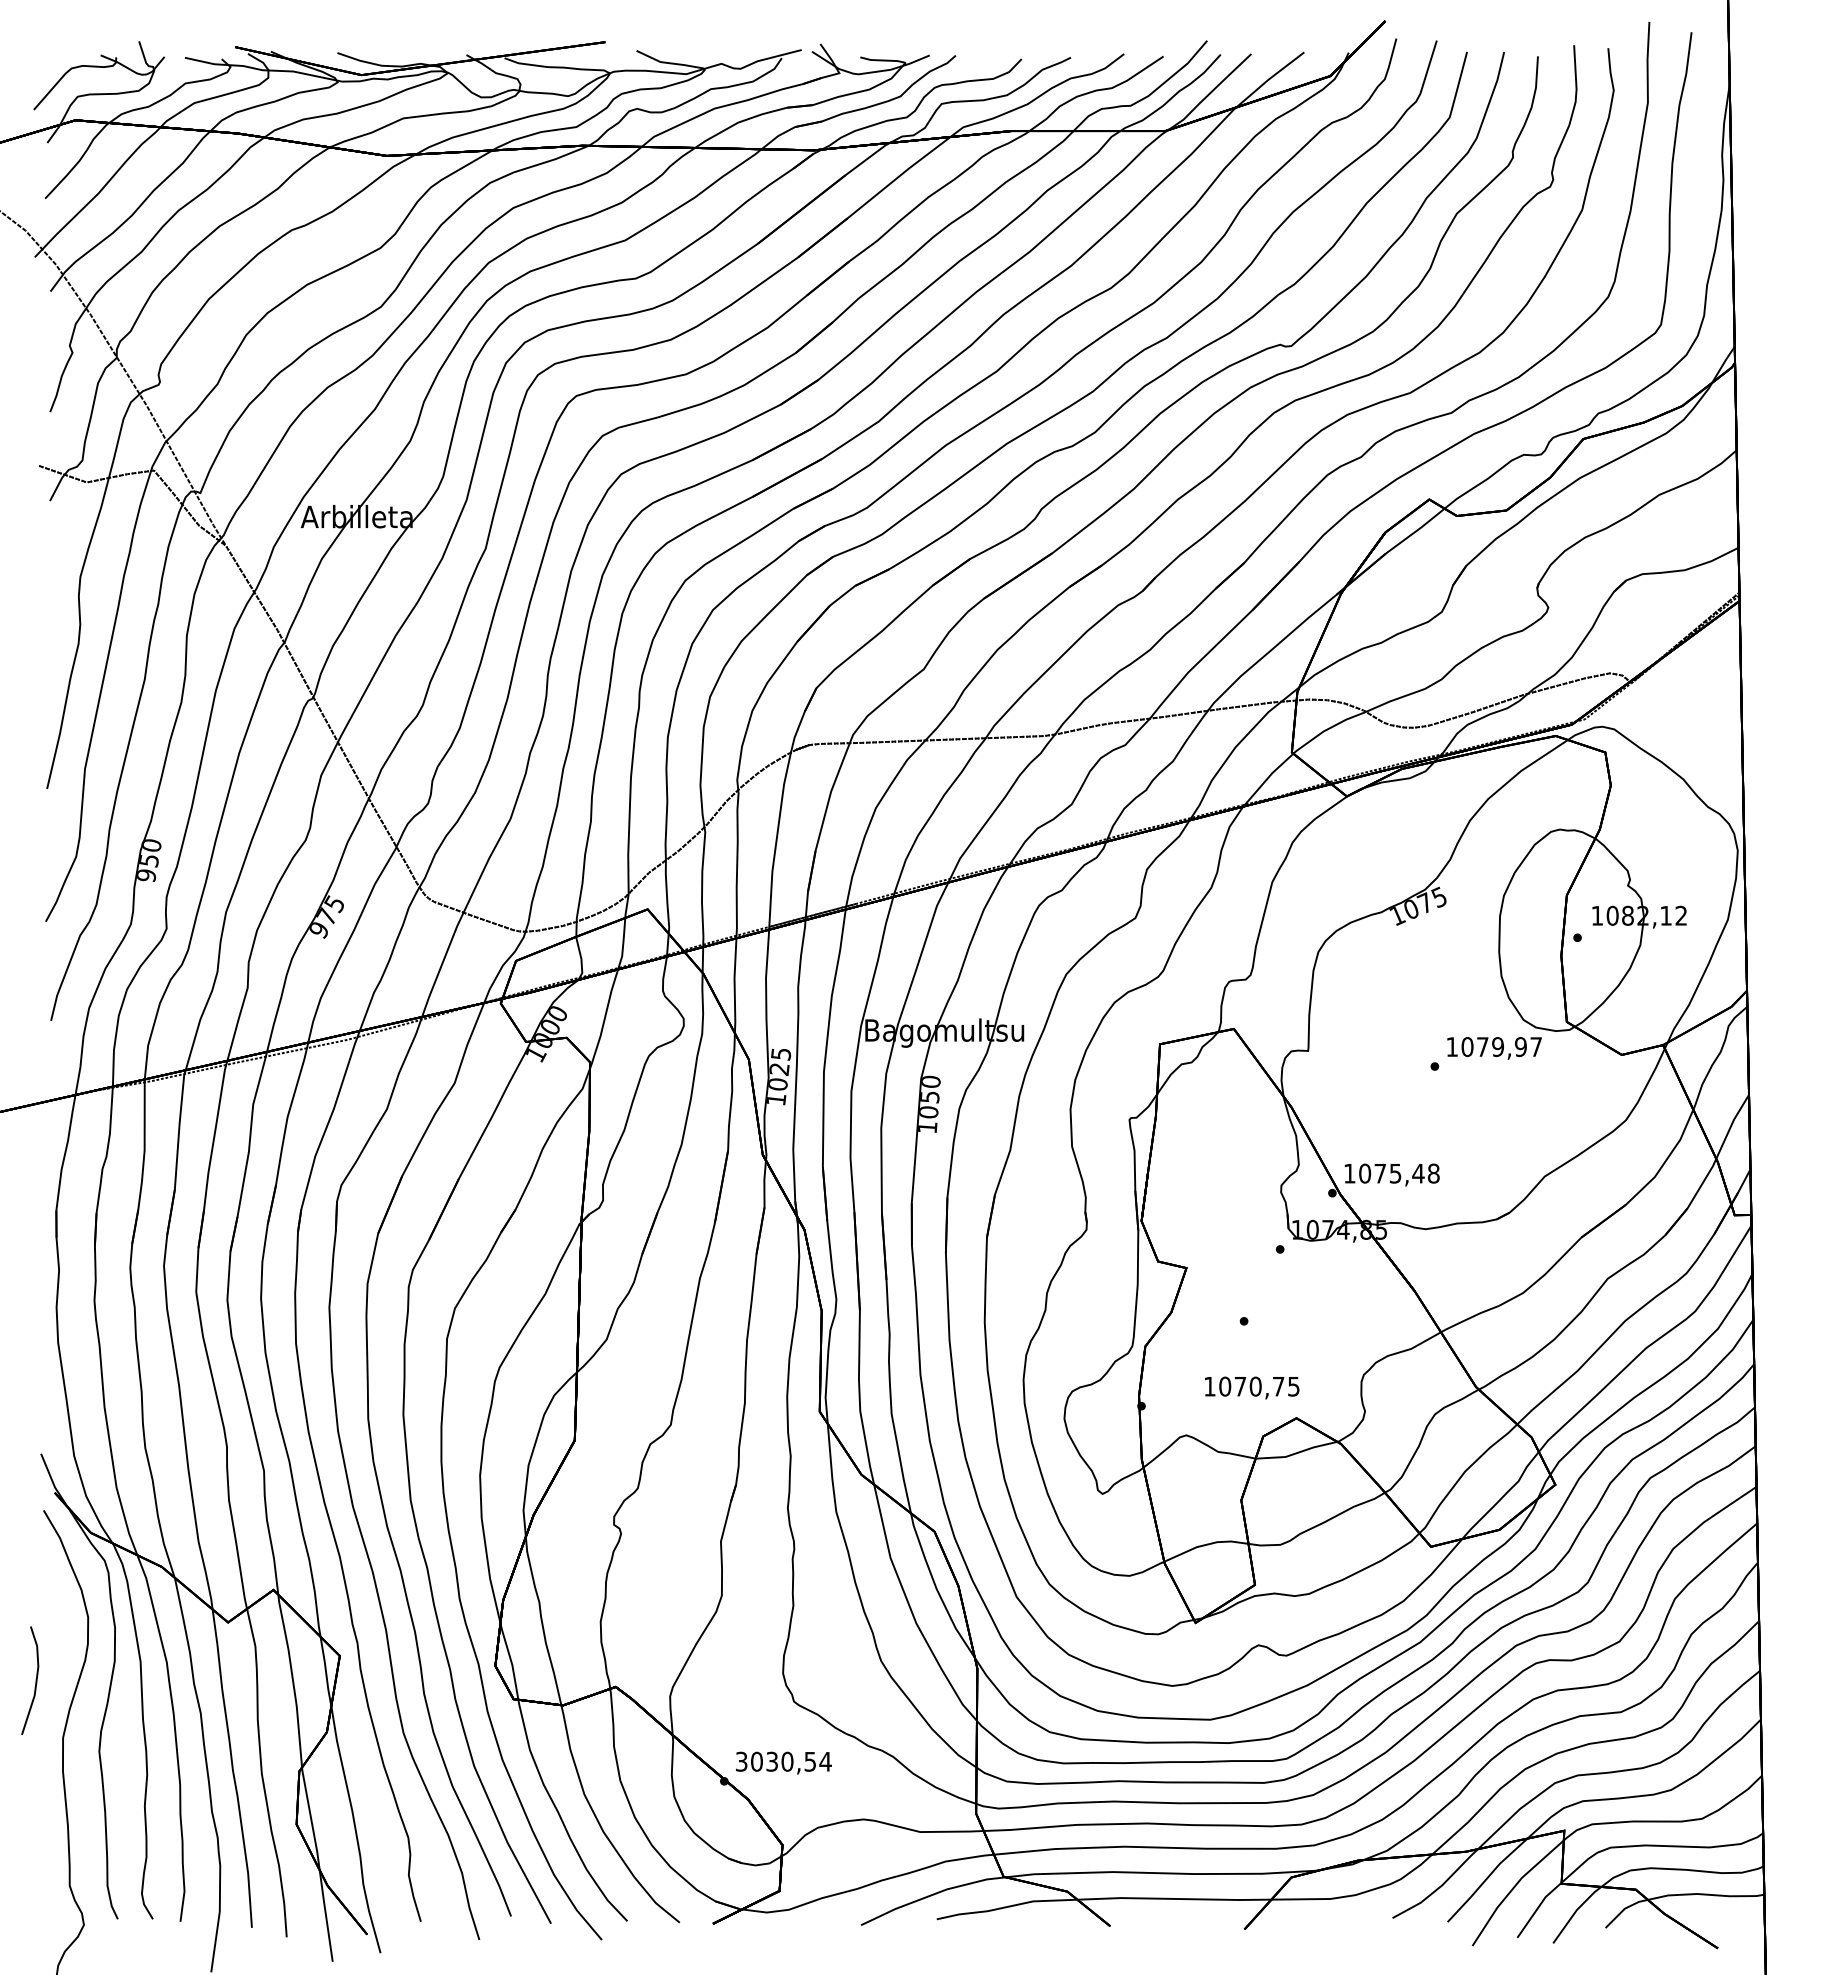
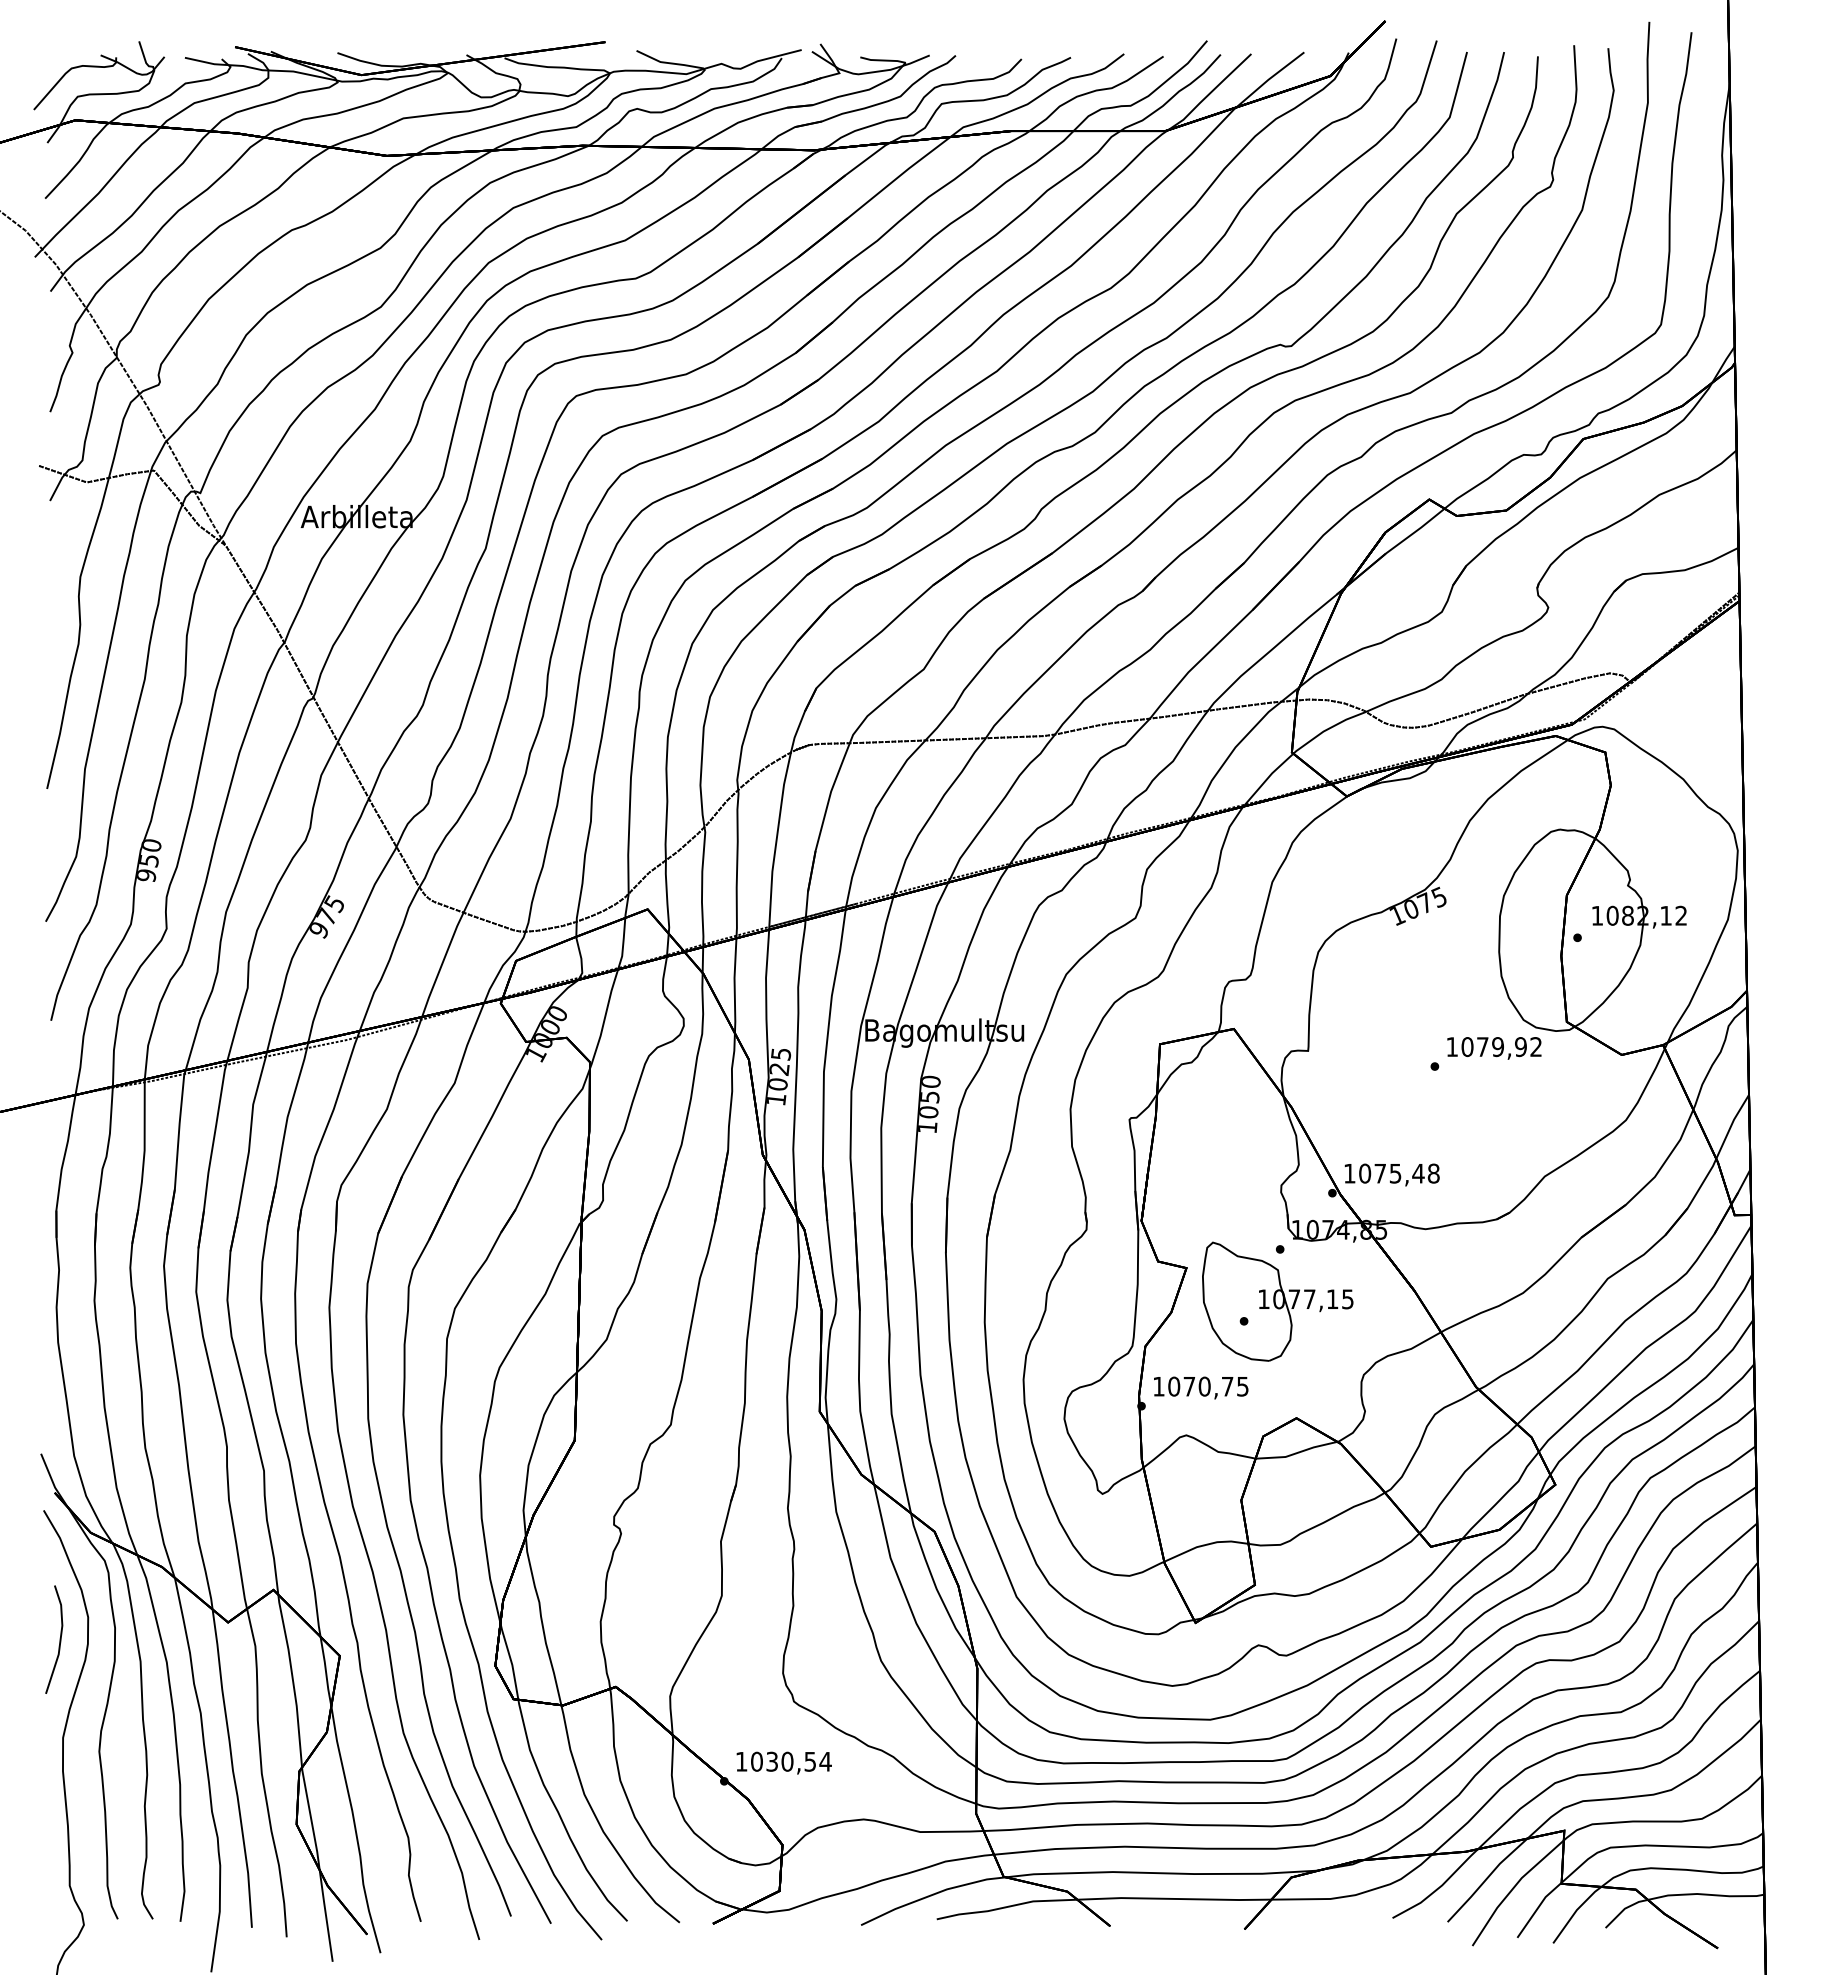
text at (1535, 1046): 1079,97 -> 1079,92
part at (1277, 1301): none -> present
text at (1252, 1387) position: (1252, 1387) -> (1201, 1387)
line at (35, 1680) position: (35, 1680) -> (59, 1639)
text at (741, 1761): 3030,54 -> 1030,54
